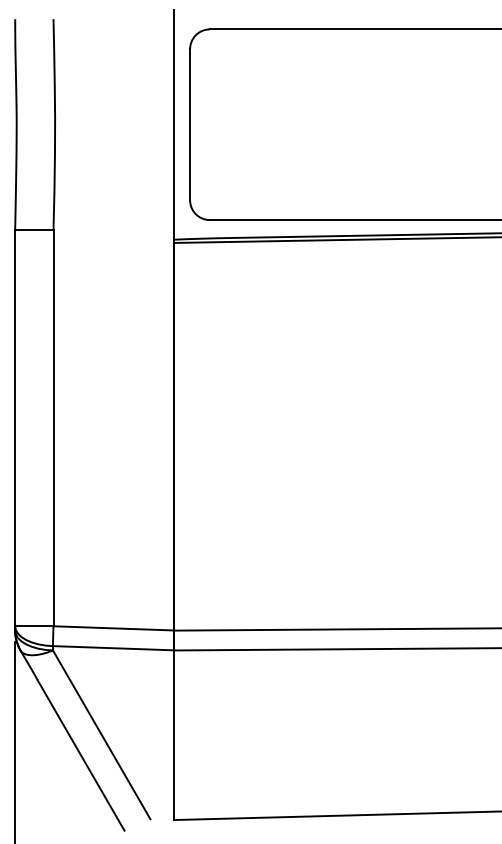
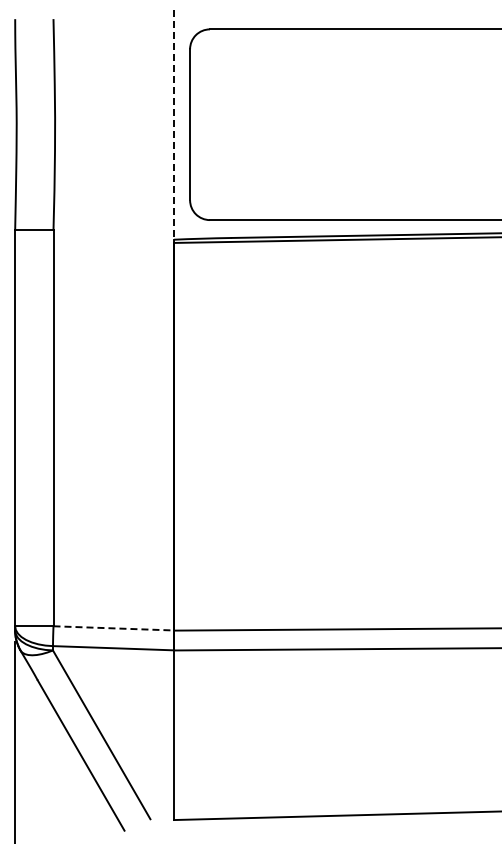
line at (174, 124): solid -> dashed
line at (114, 628): solid -> dashed
